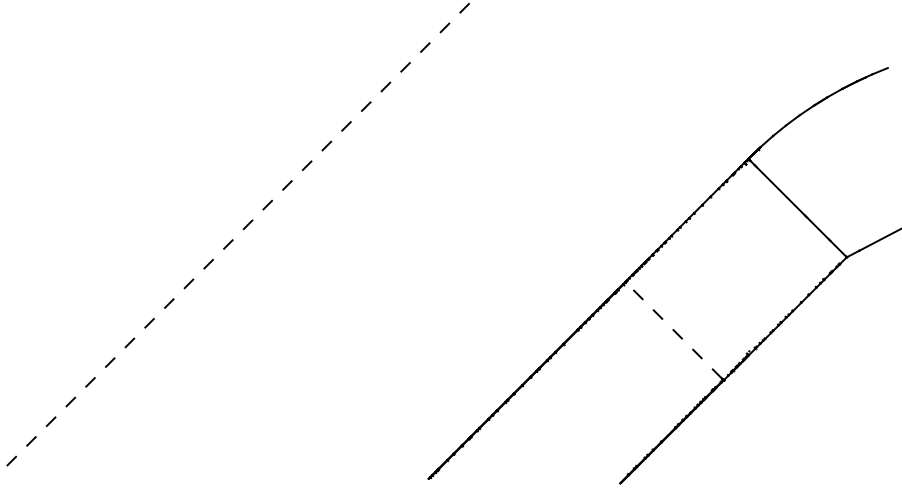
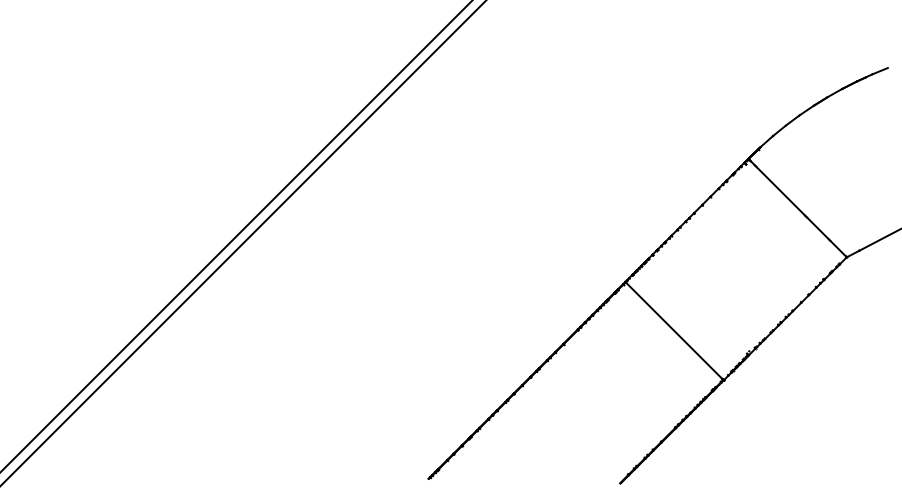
line at (236, 236): dashed -> solid
line at (243, 243): none -> present
line at (674, 330): dashed -> solid
